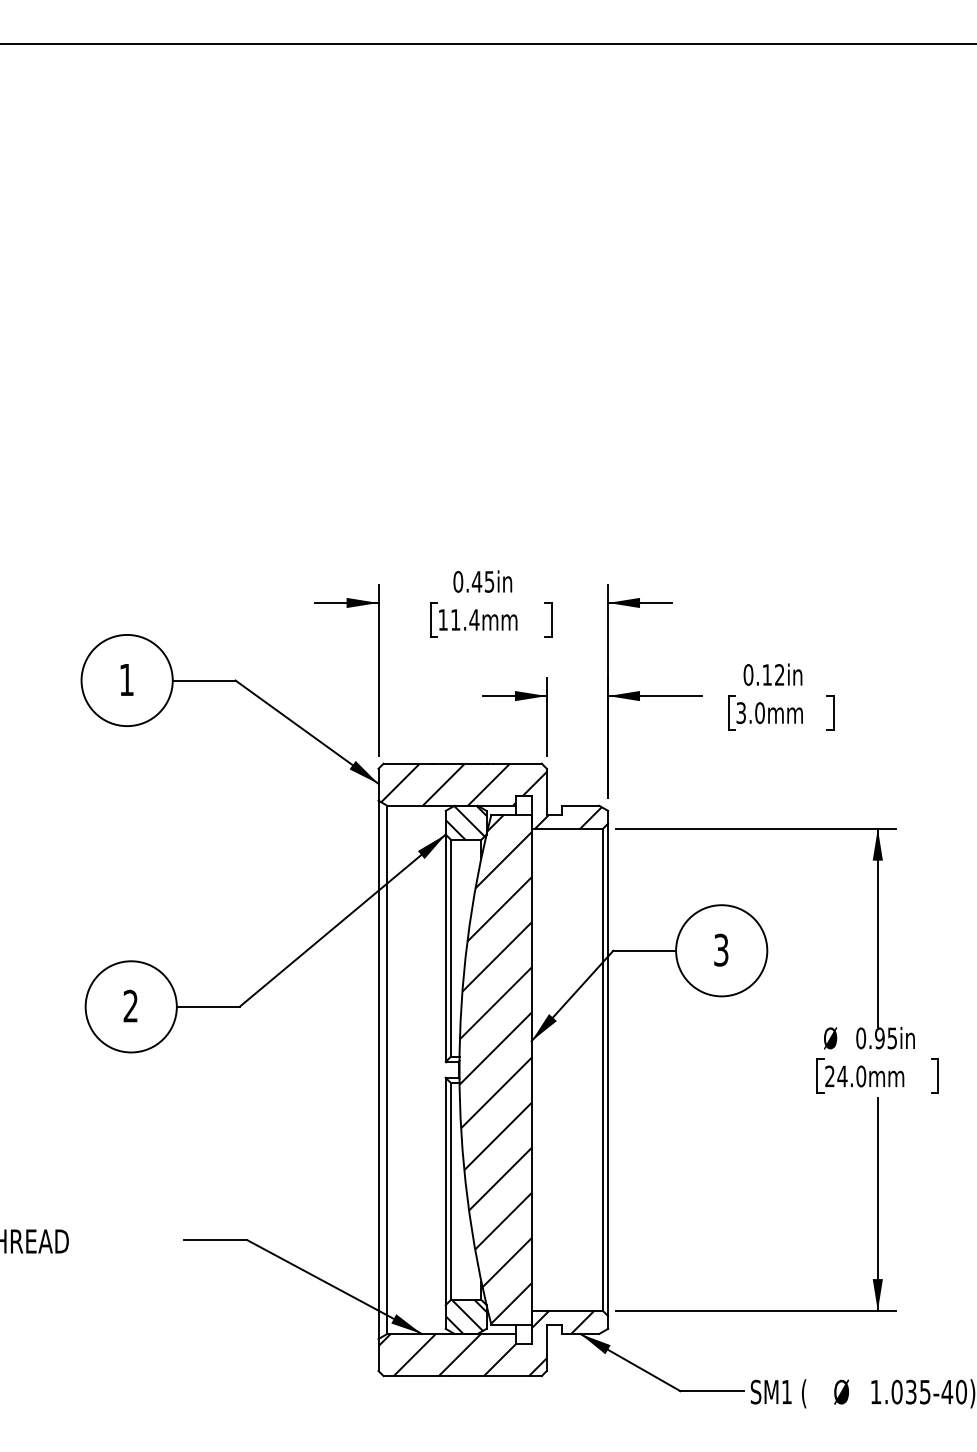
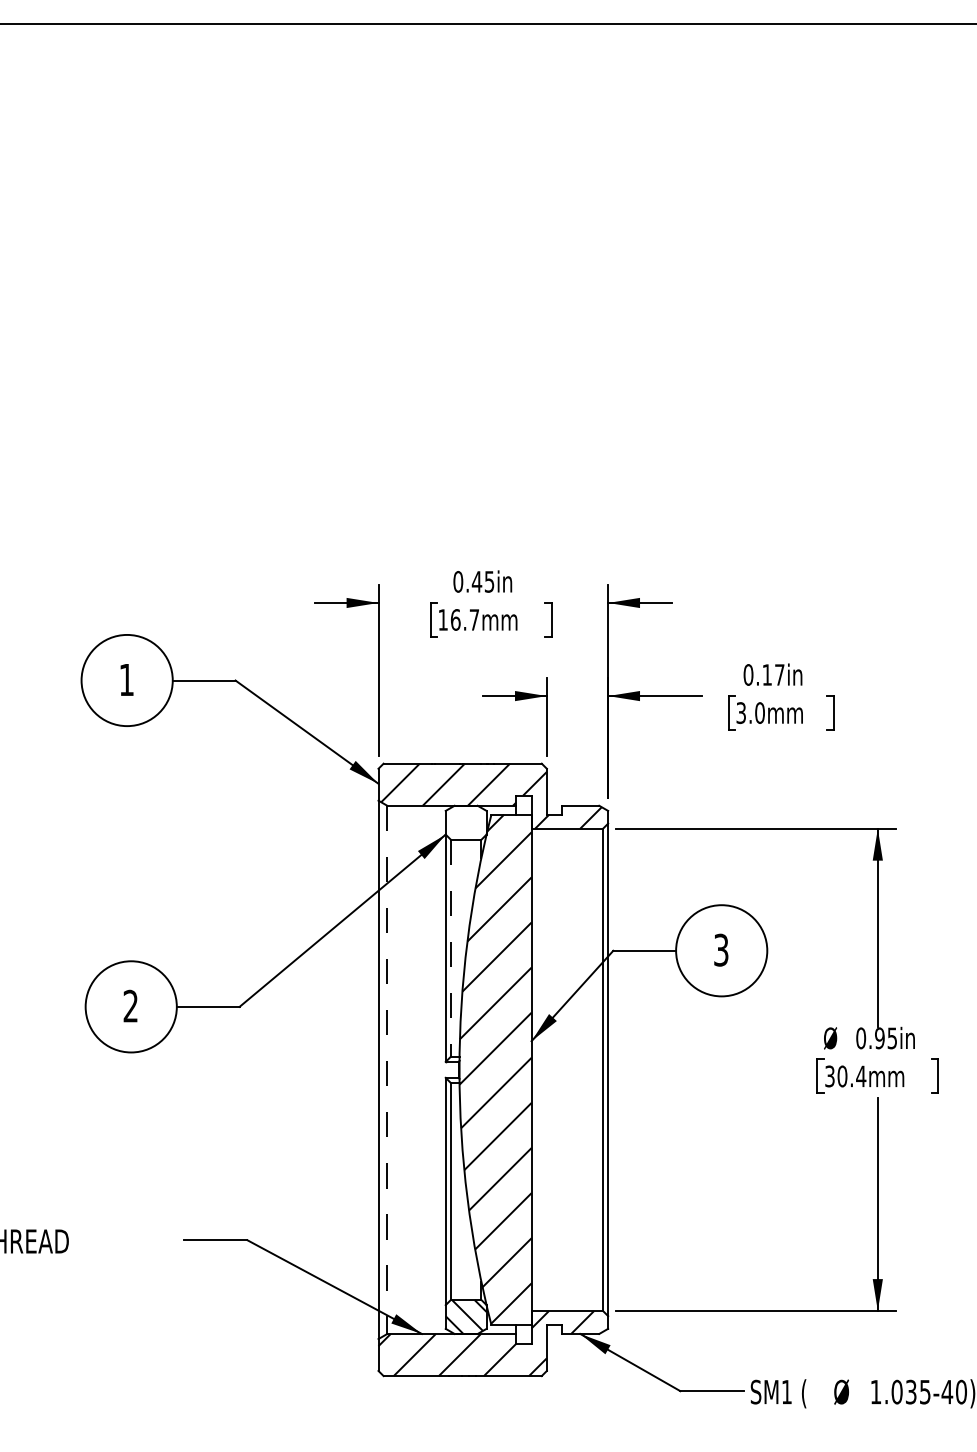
line at (487, 43) position: (487, 43) -> (487, 23)
text at (464, 619): 11.4mm -> 16.7mm
text at (779, 674): 0.12in -> 0.17in
hatch at (465, 822): present -> none
line at (450, 948): solid -> dashed
line at (387, 1070): solid -> dashed
text at (845, 1076): 24.0mm -> 30.4mm
